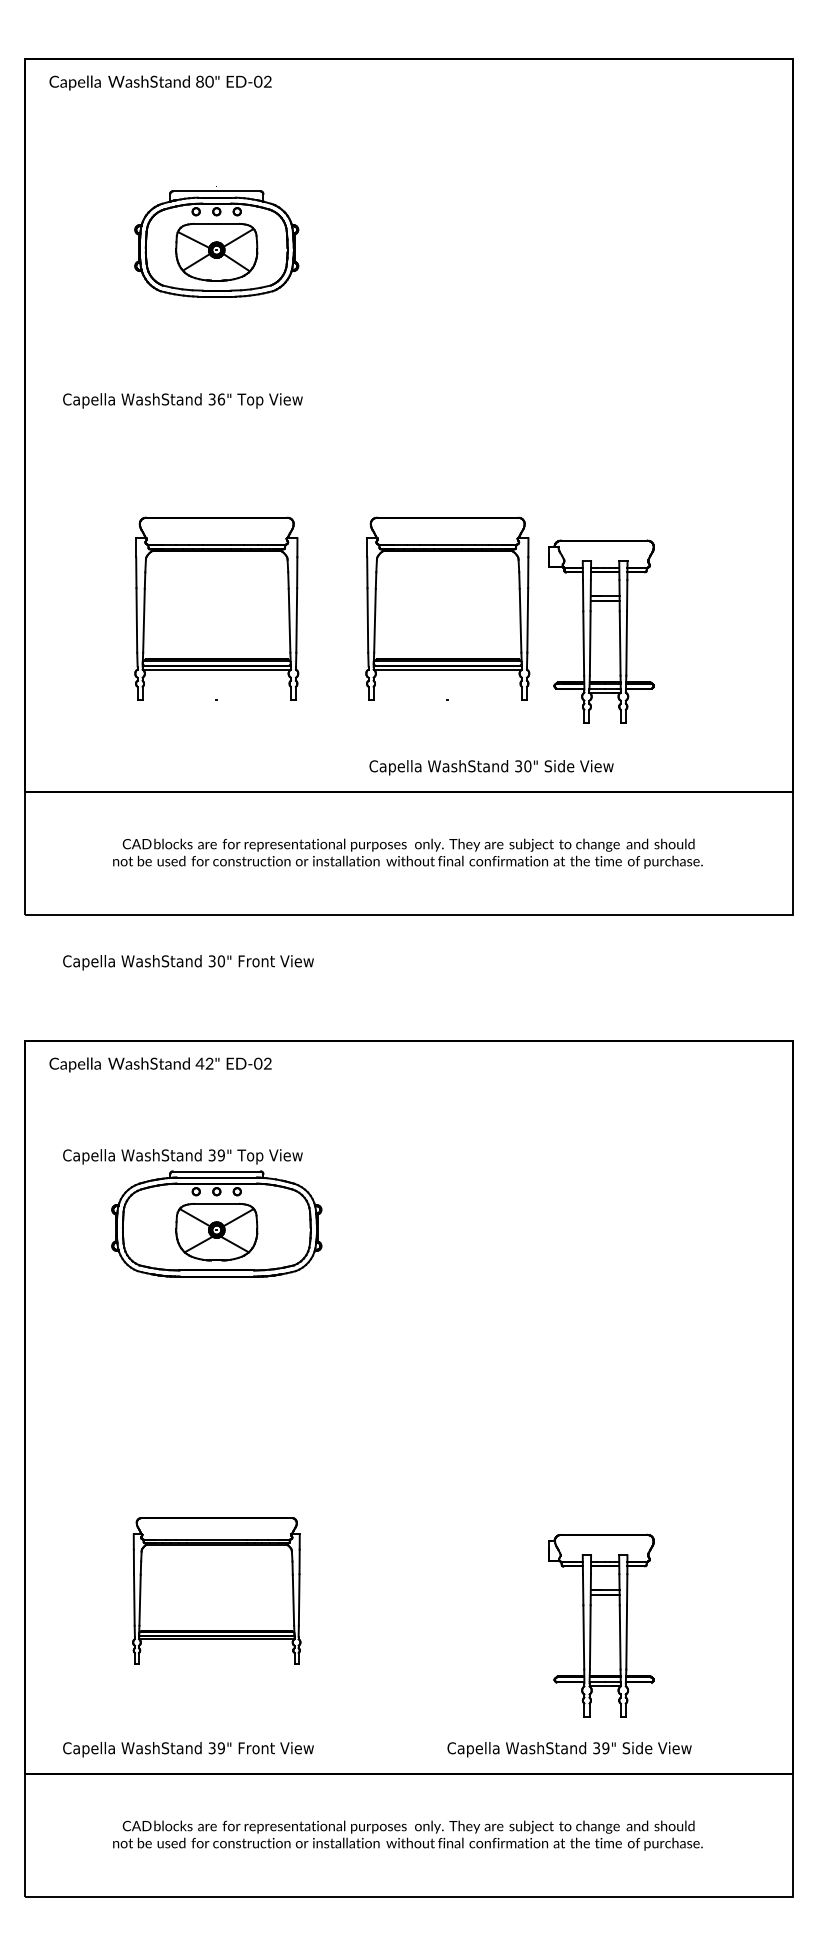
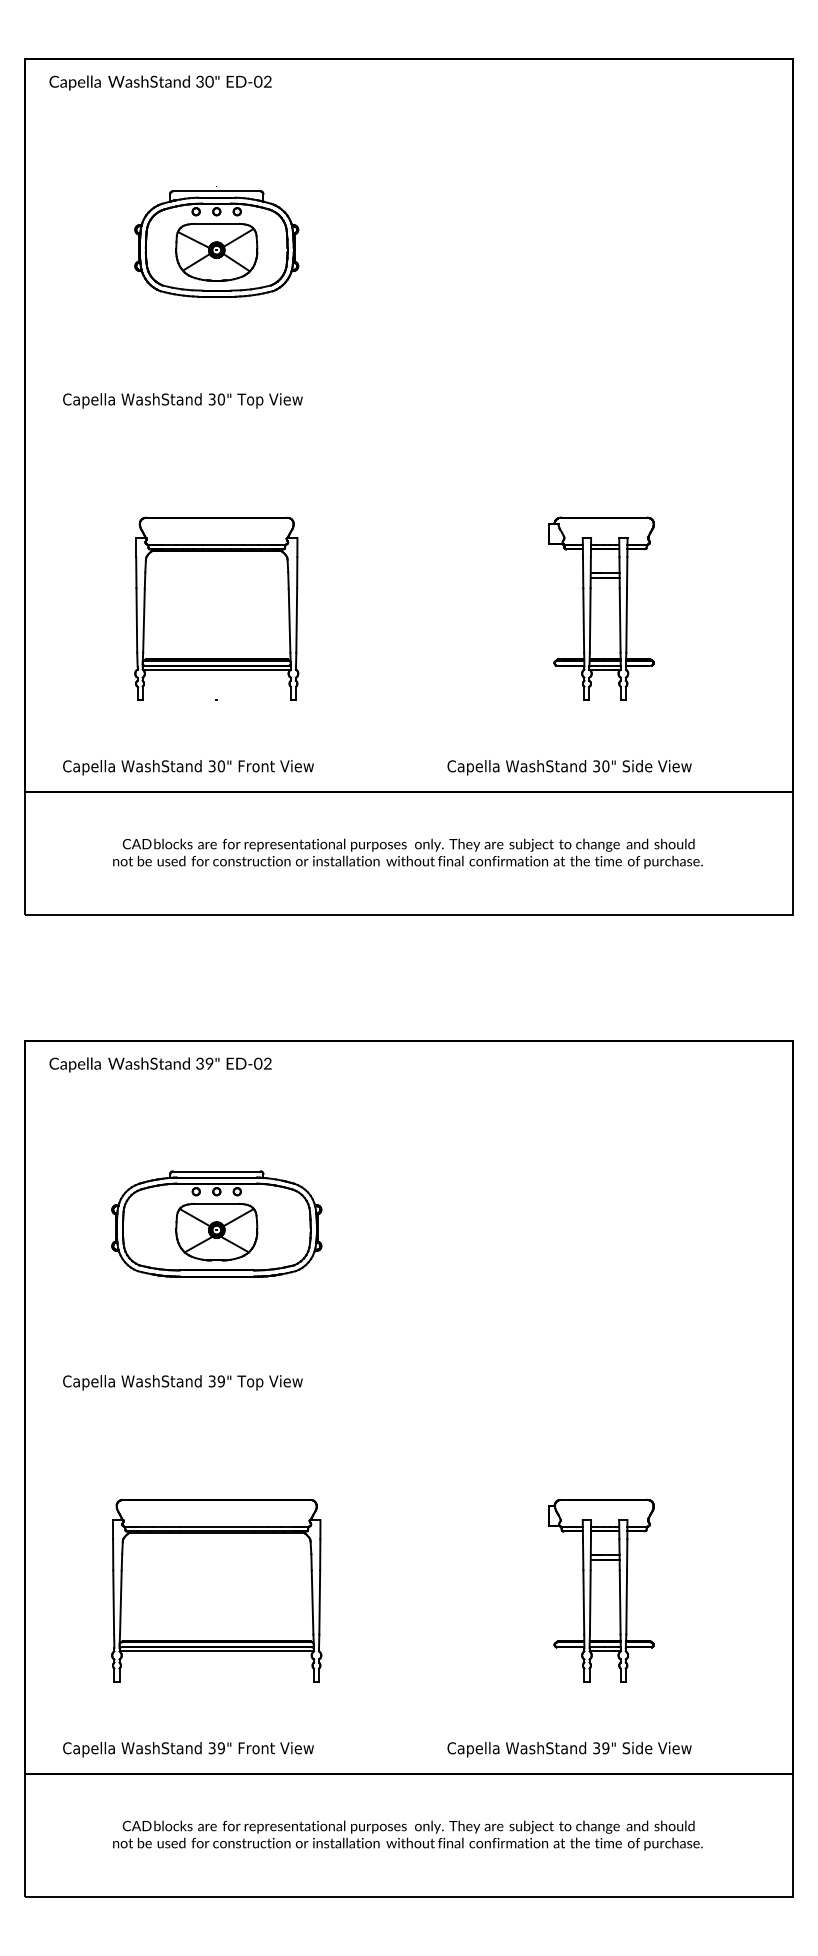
text at (199, 81): 80" -> 30"
text at (221, 398): 36" -> 30"
part at (447, 608): present -> none
part at (601, 631) position: (601, 631) -> (601, 608)
text at (491, 767) position: (491, 767) -> (569, 767)
text at (188, 962) position: (188, 962) -> (188, 767)
text at (204, 1063): 42" -> 39"
text at (182, 1156) position: (182, 1156) -> (182, 1382)
part at (216, 1590) size: 170x148 px -> 212x185 px
part at (601, 1625) position: (601, 1625) -> (601, 1590)
